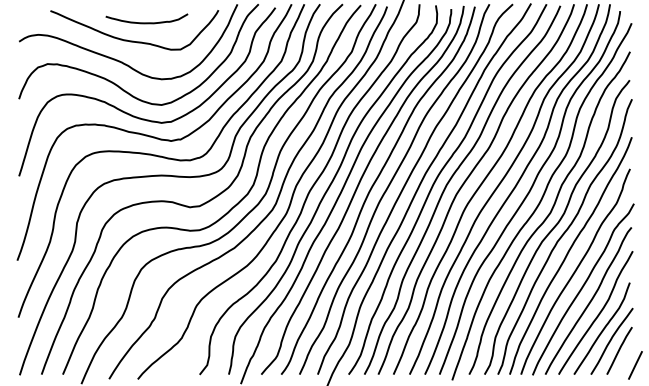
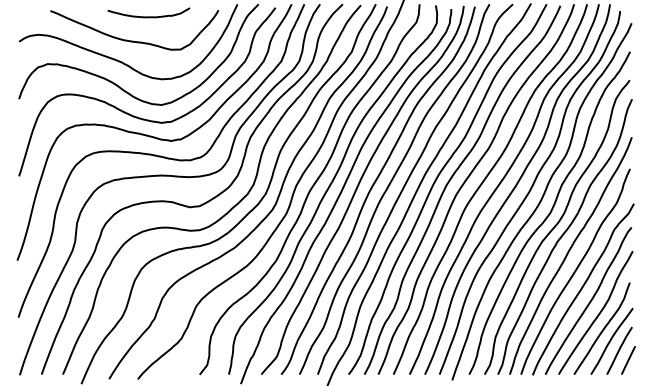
curve at (146, 22) position: (146, 22) -> (148, 16)
line at (635, 365) position: (635, 365) -> (628, 360)
